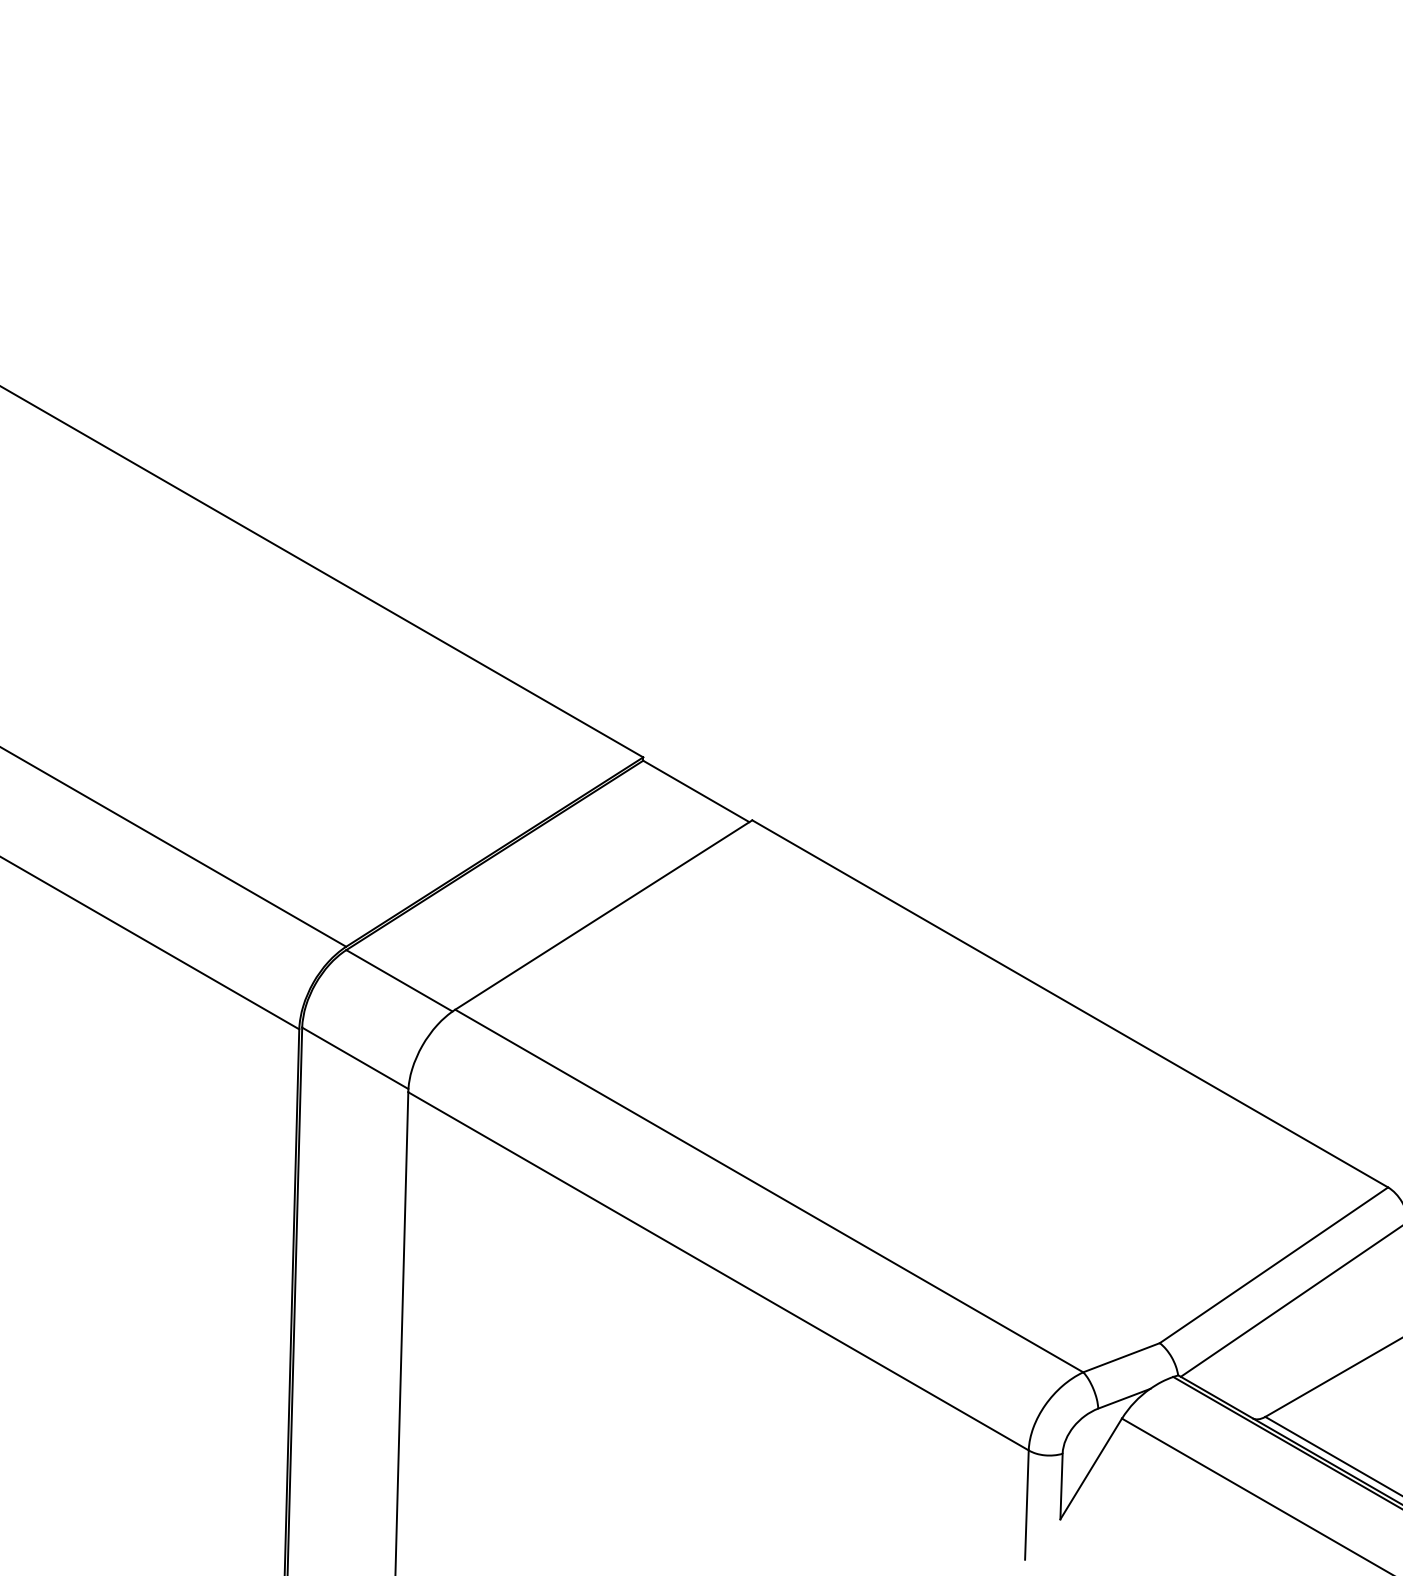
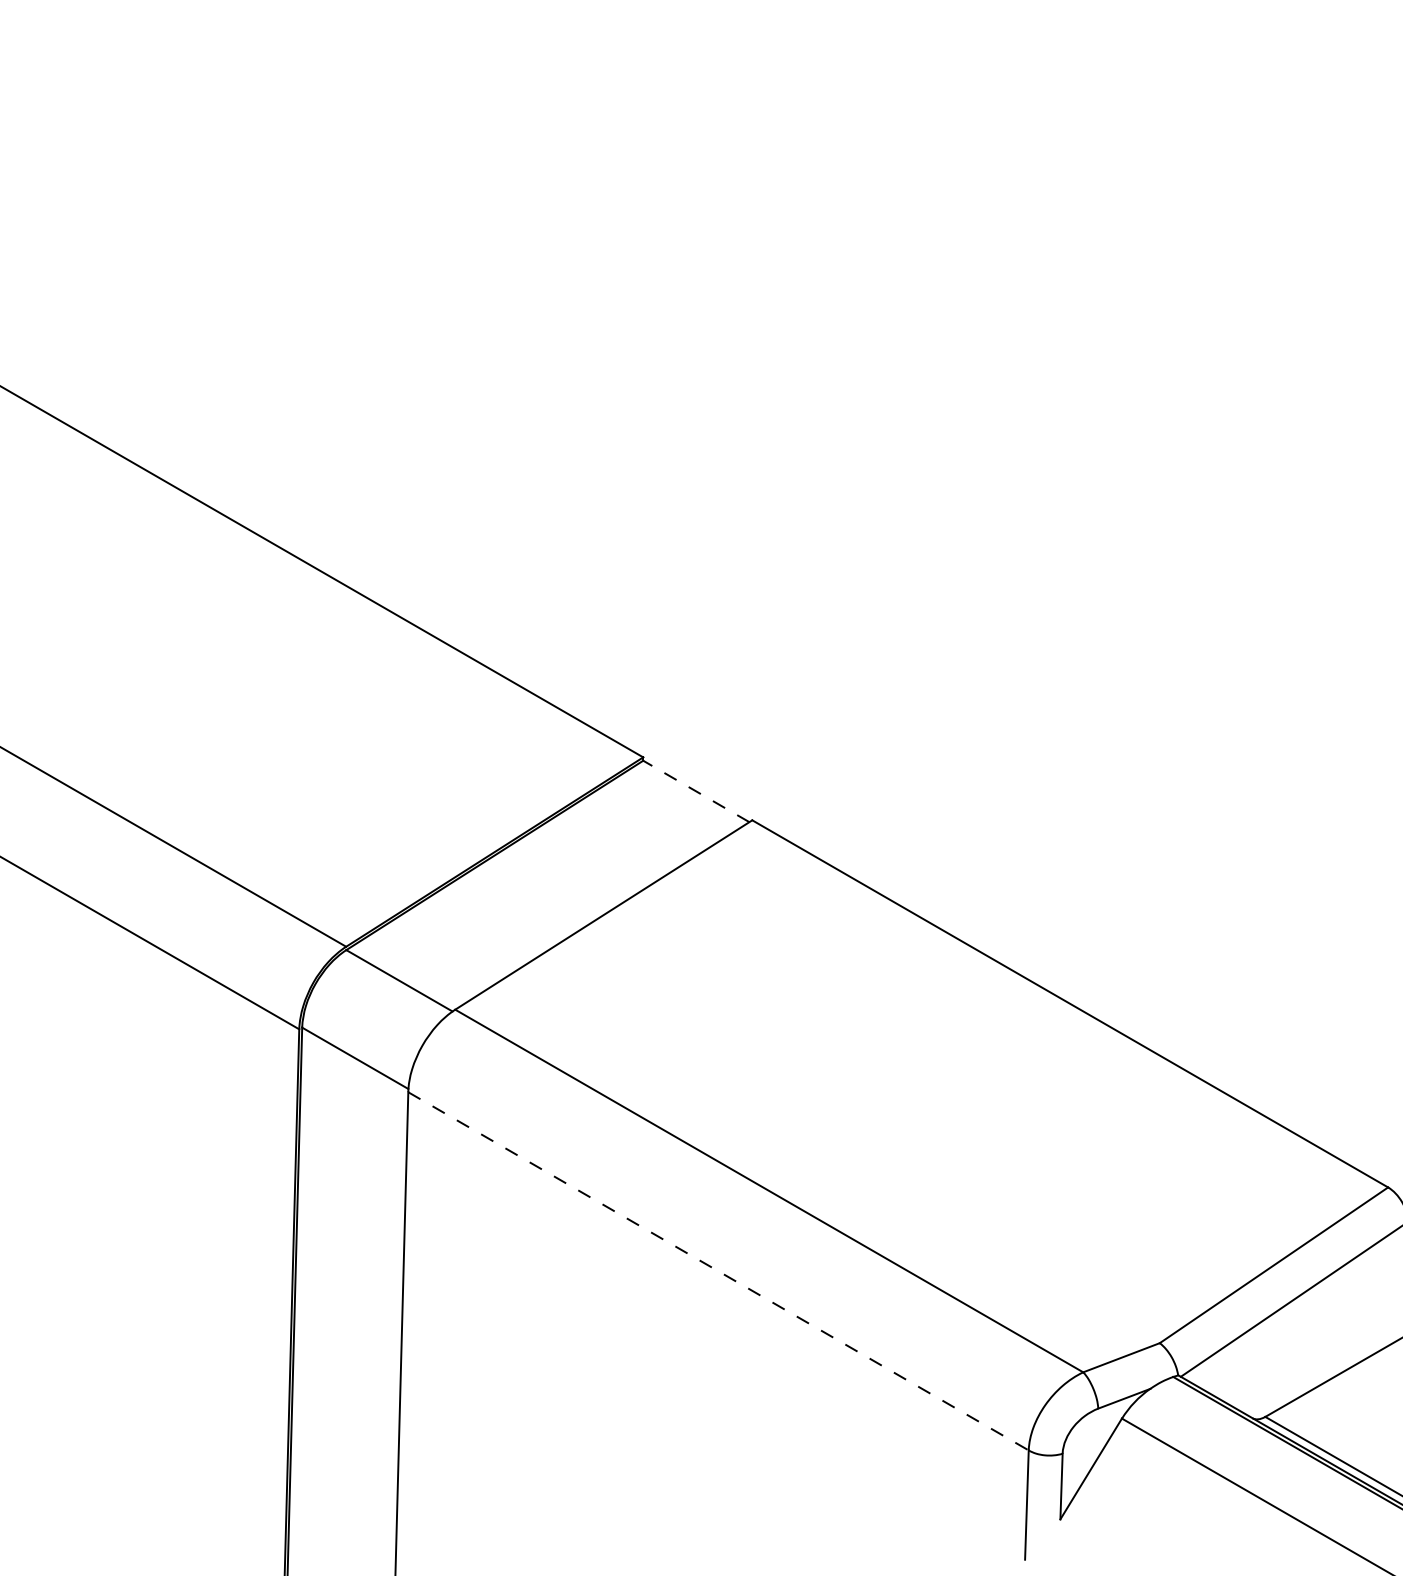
line at (695, 791): solid -> dashed
line at (718, 1271): solid -> dashed
